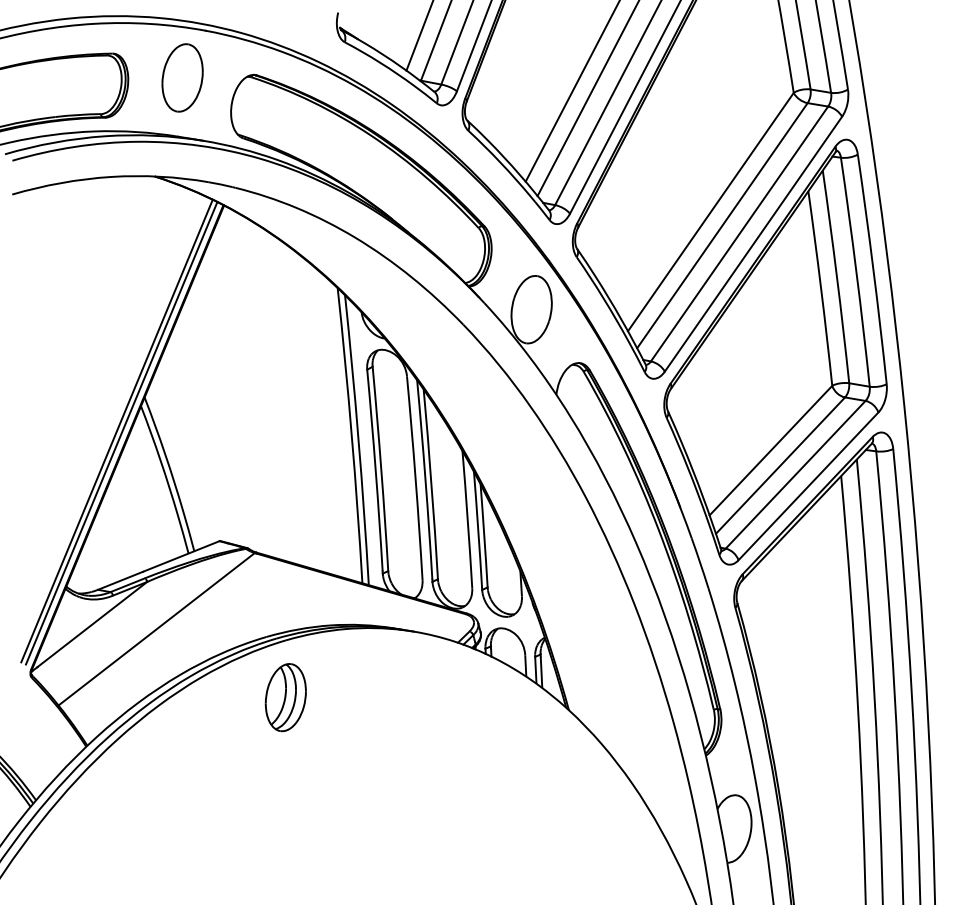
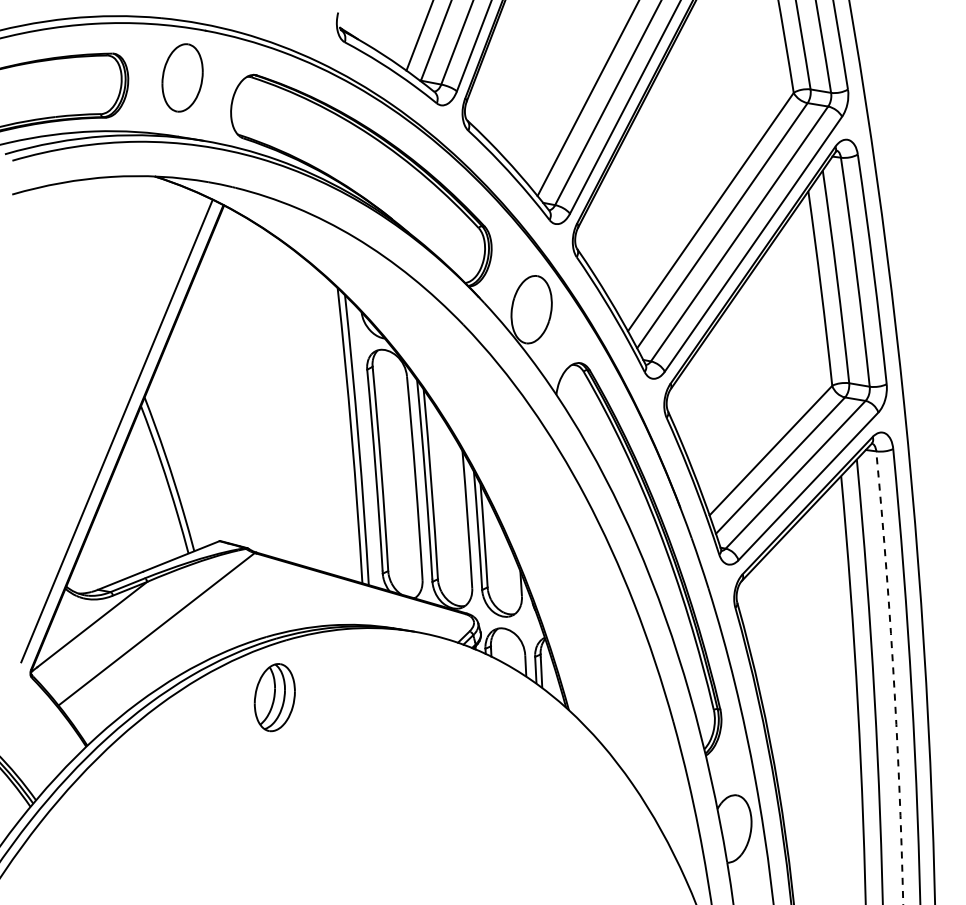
line at (572, 91): present -> none
line at (121, 433): present -> none
arc at (893, 678): solid -> dashed
part at (285, 697) position: (285, 697) -> (274, 697)
